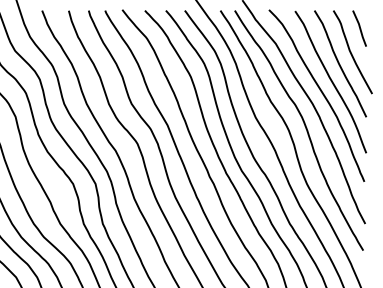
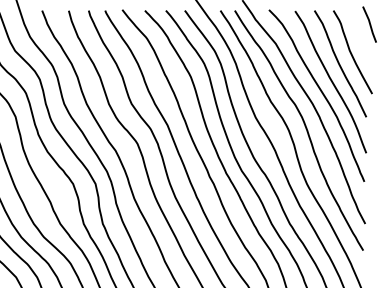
line at (359, 28) position: (359, 28) -> (369, 24)
